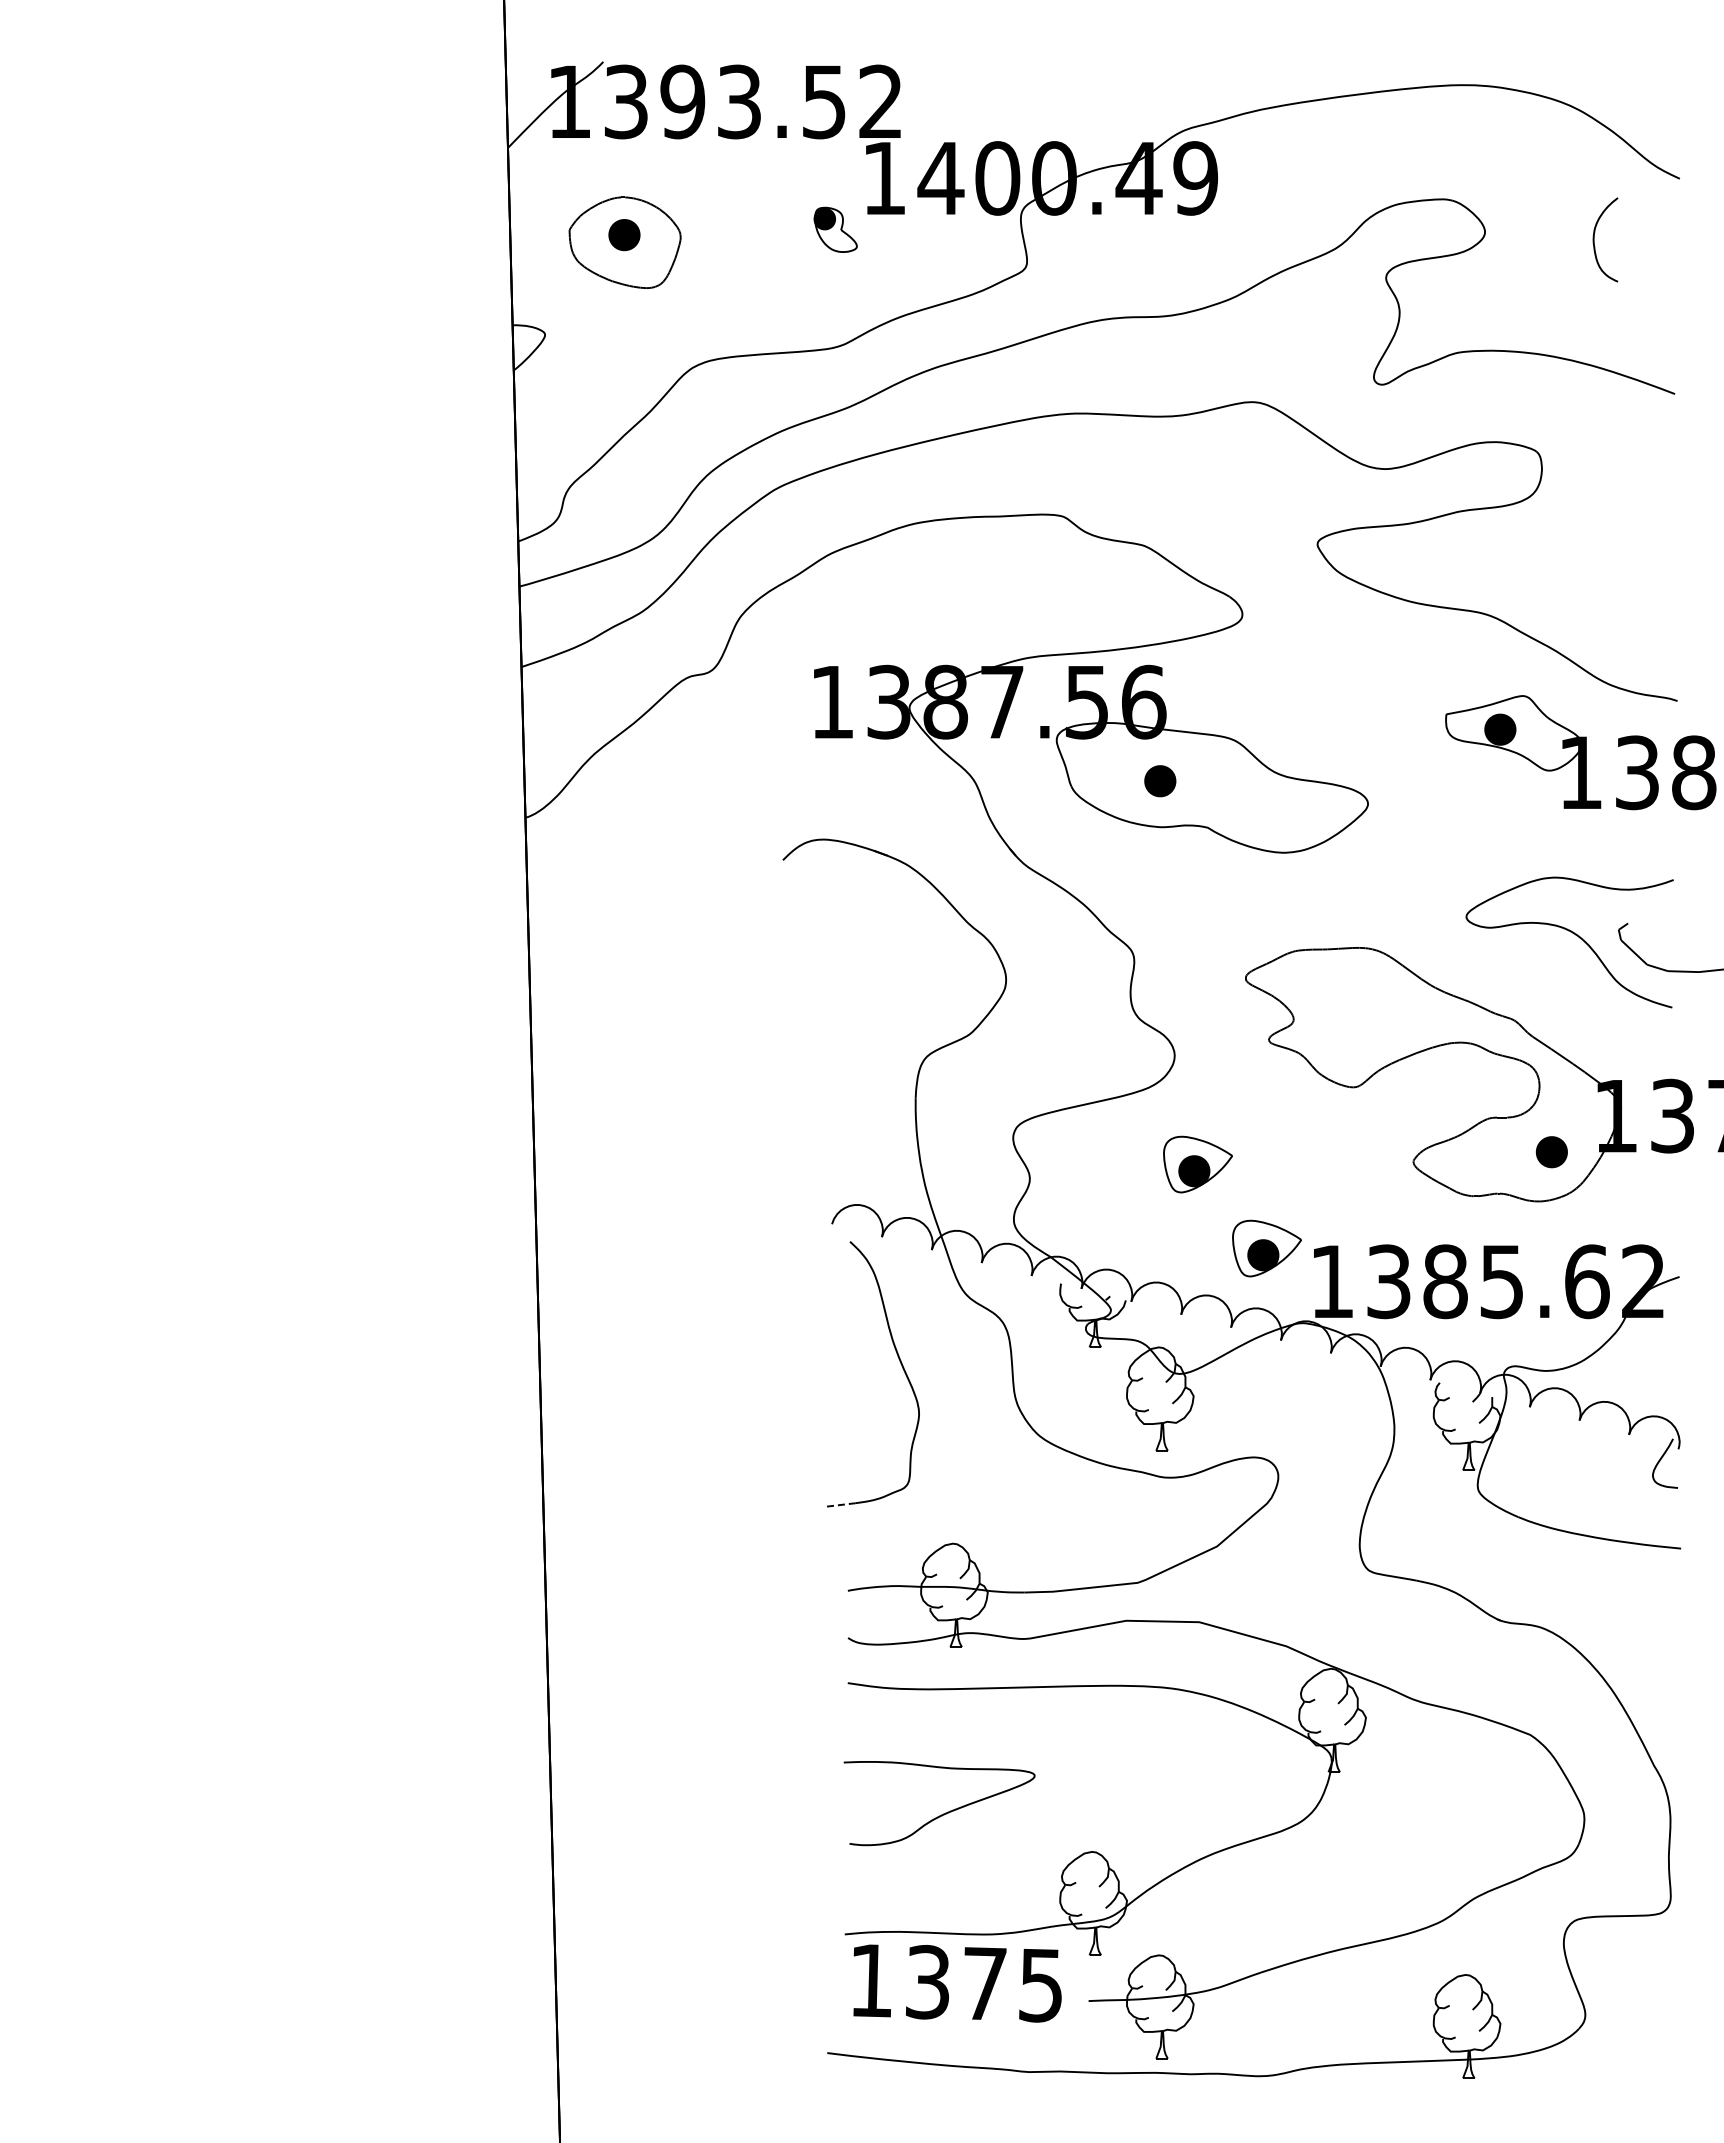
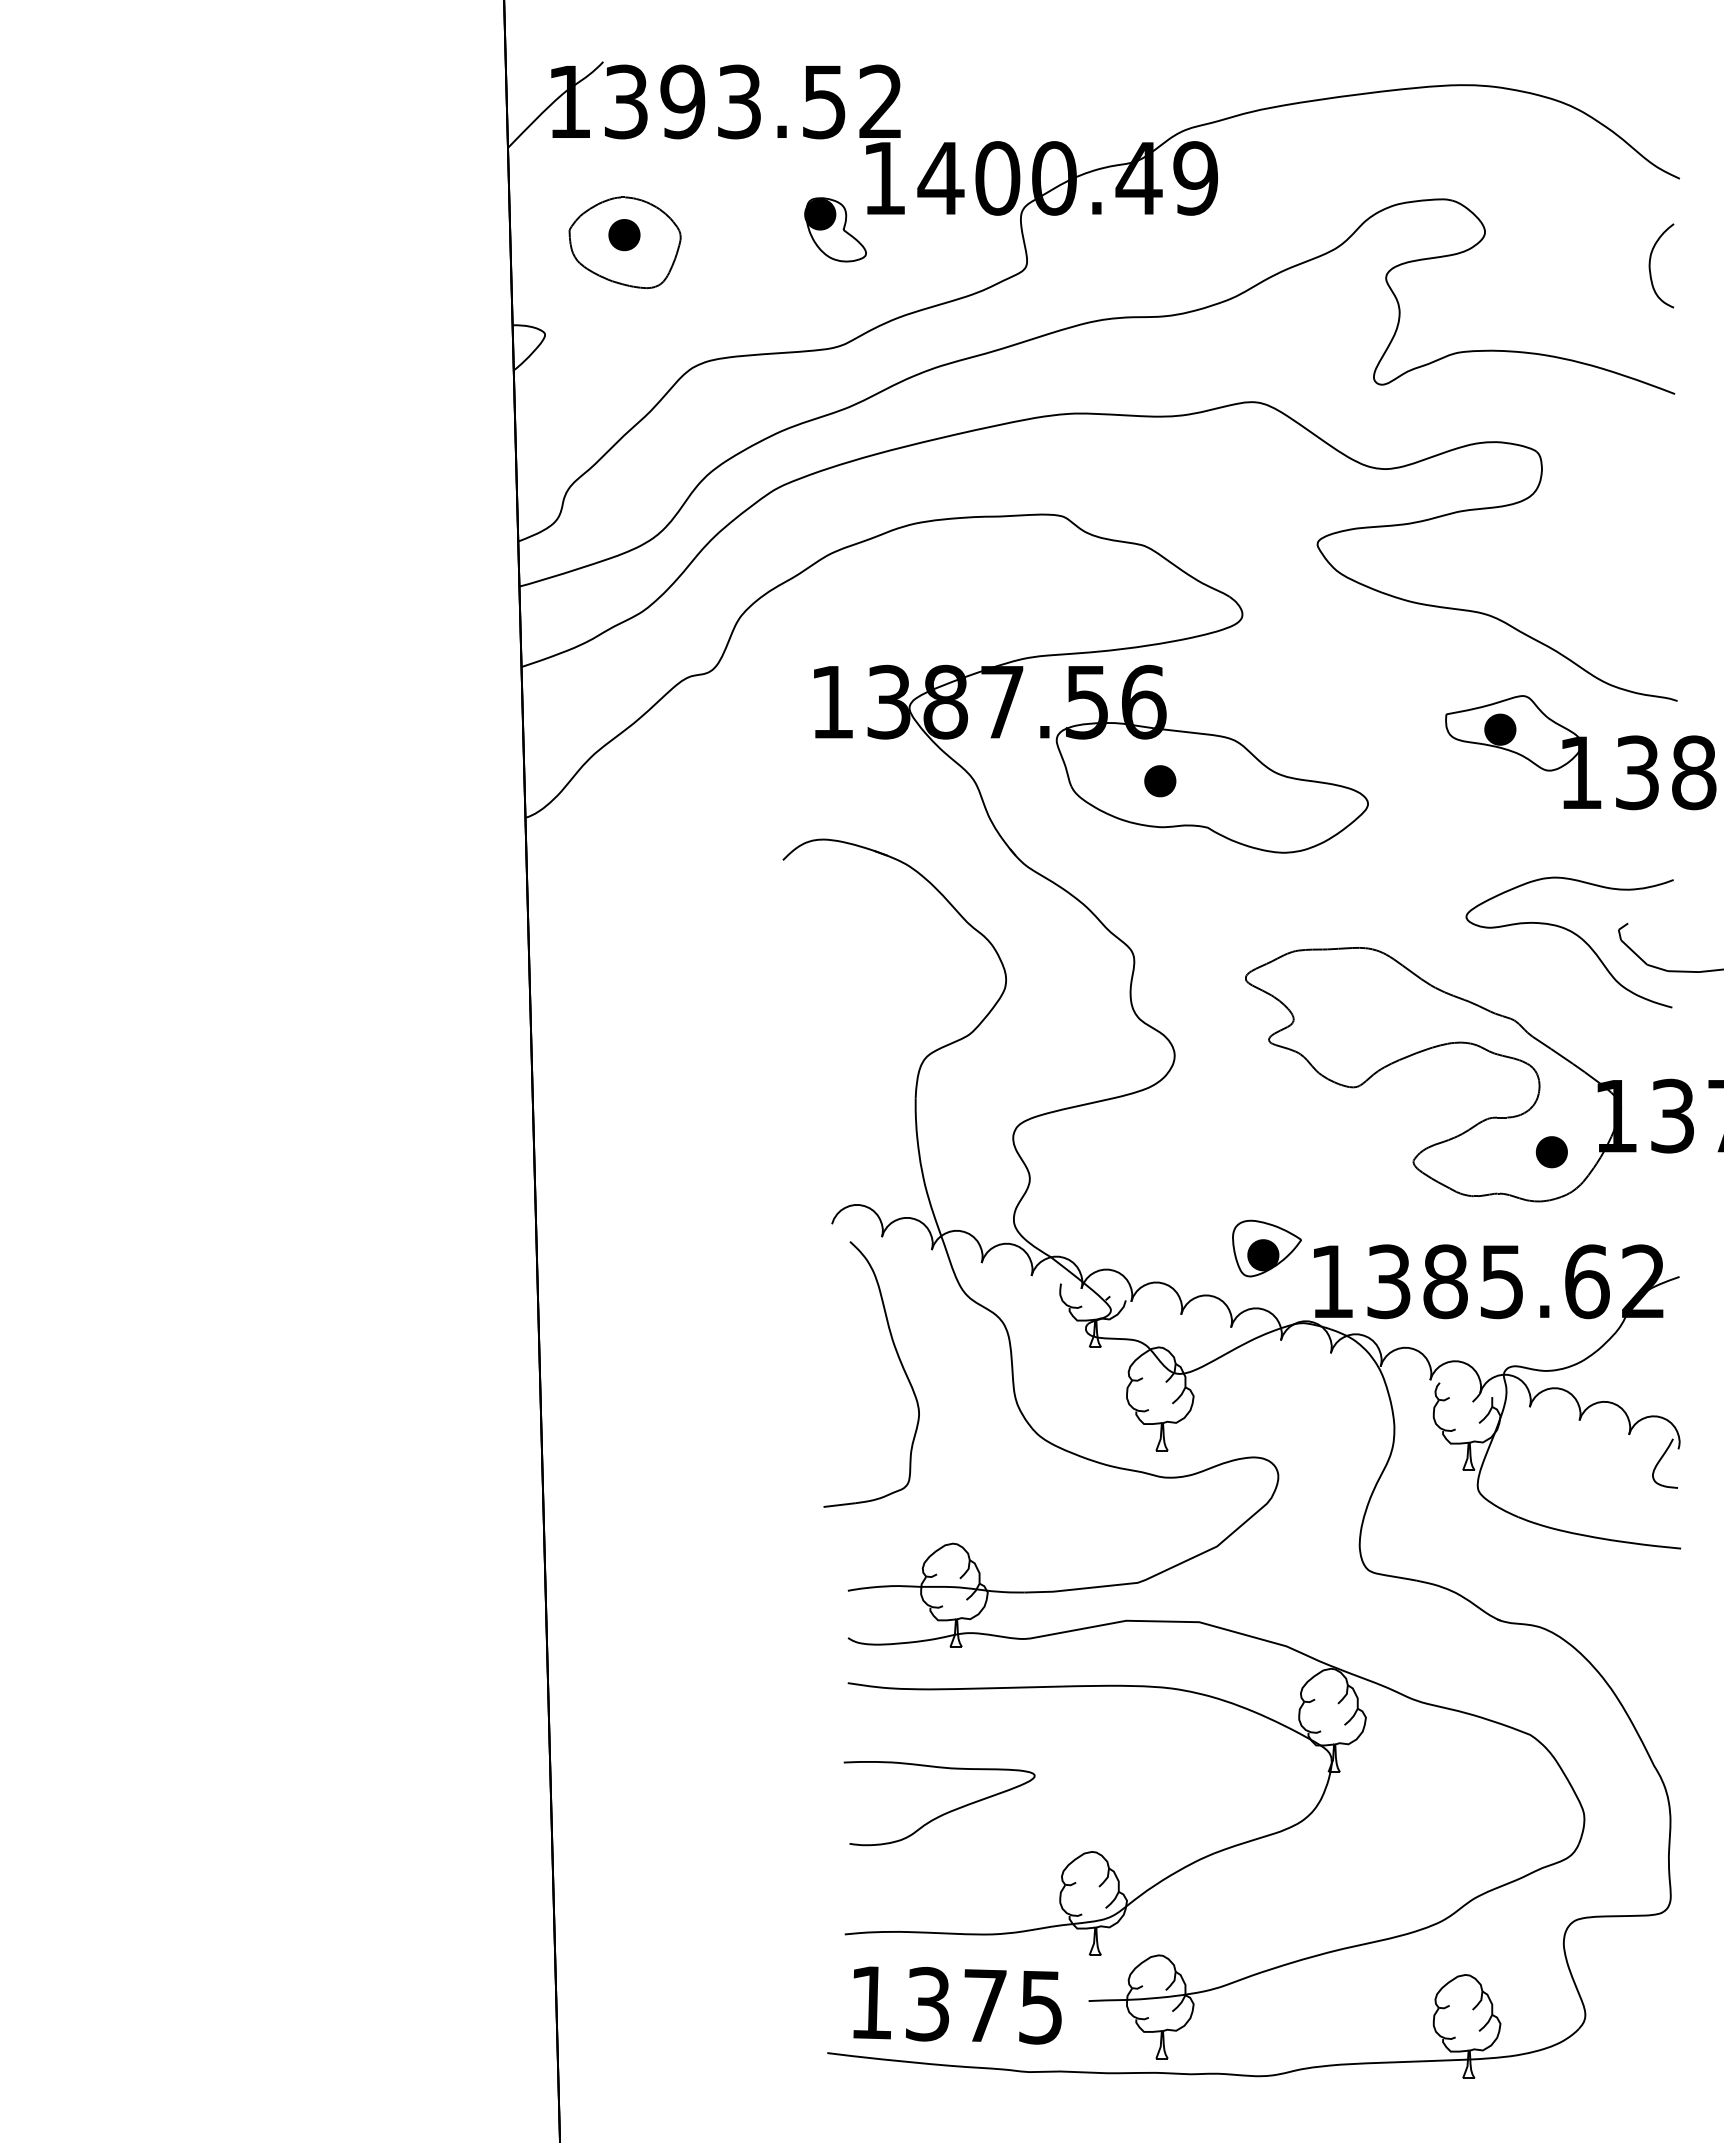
part at (835, 229) size: 45x47 px -> 63x66 px
curve at (1594, 239) position: (1594, 239) -> (1650, 265)
part at (1197, 1164): present -> none
line at (839, 1505): dashed -> solid
text at (957, 1983) position: (957, 1983) -> (957, 2005)
